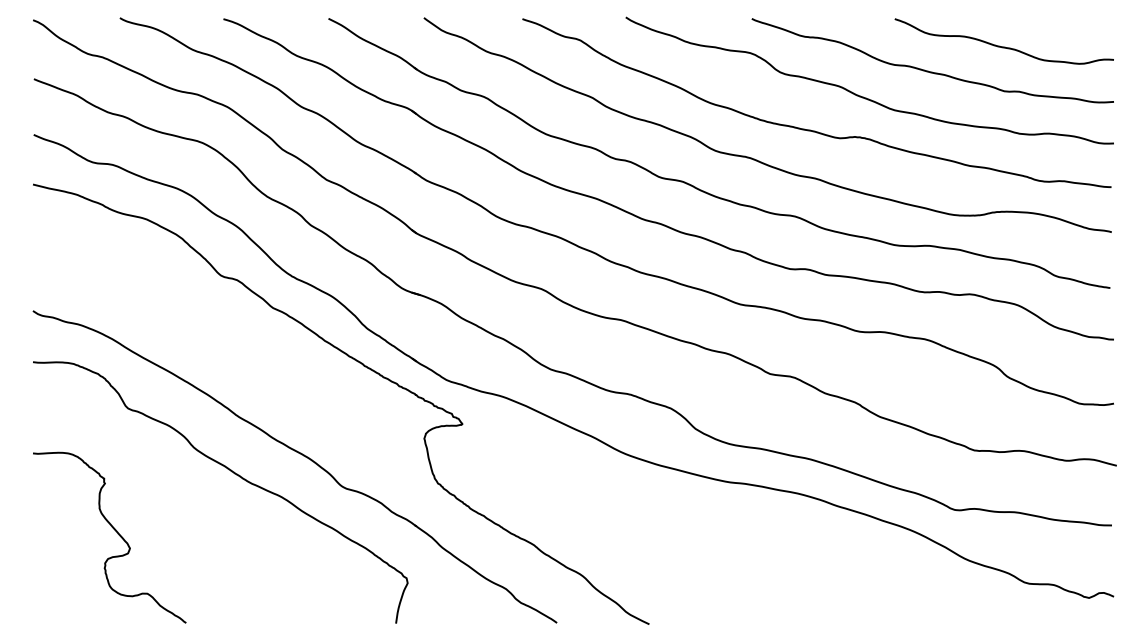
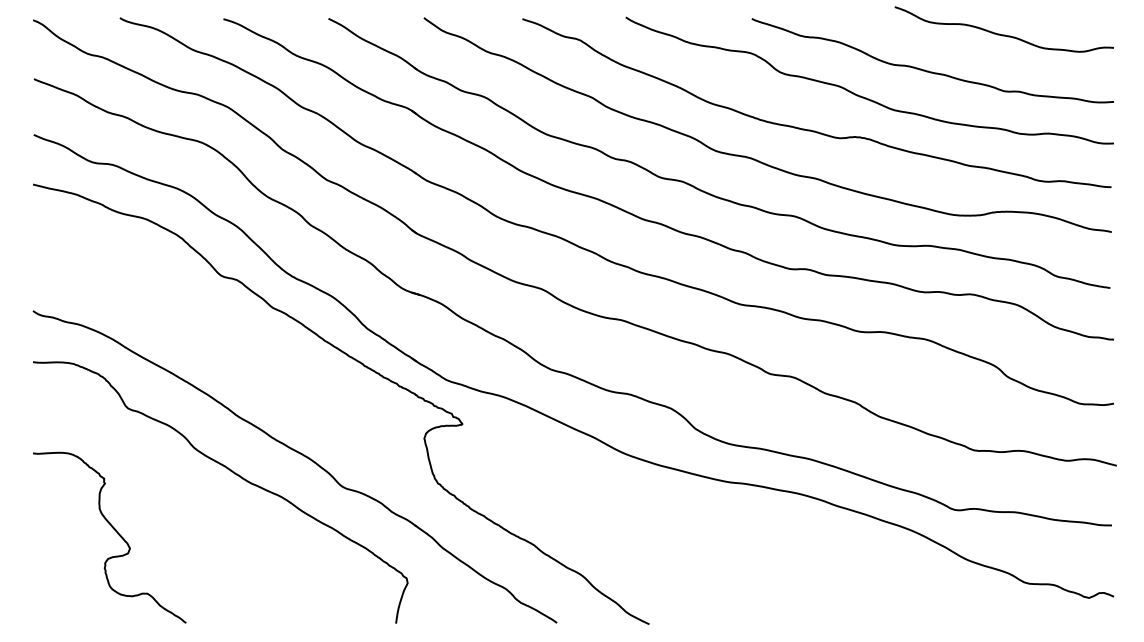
curve at (1003, 46) position: (1003, 46) -> (1003, 34)
